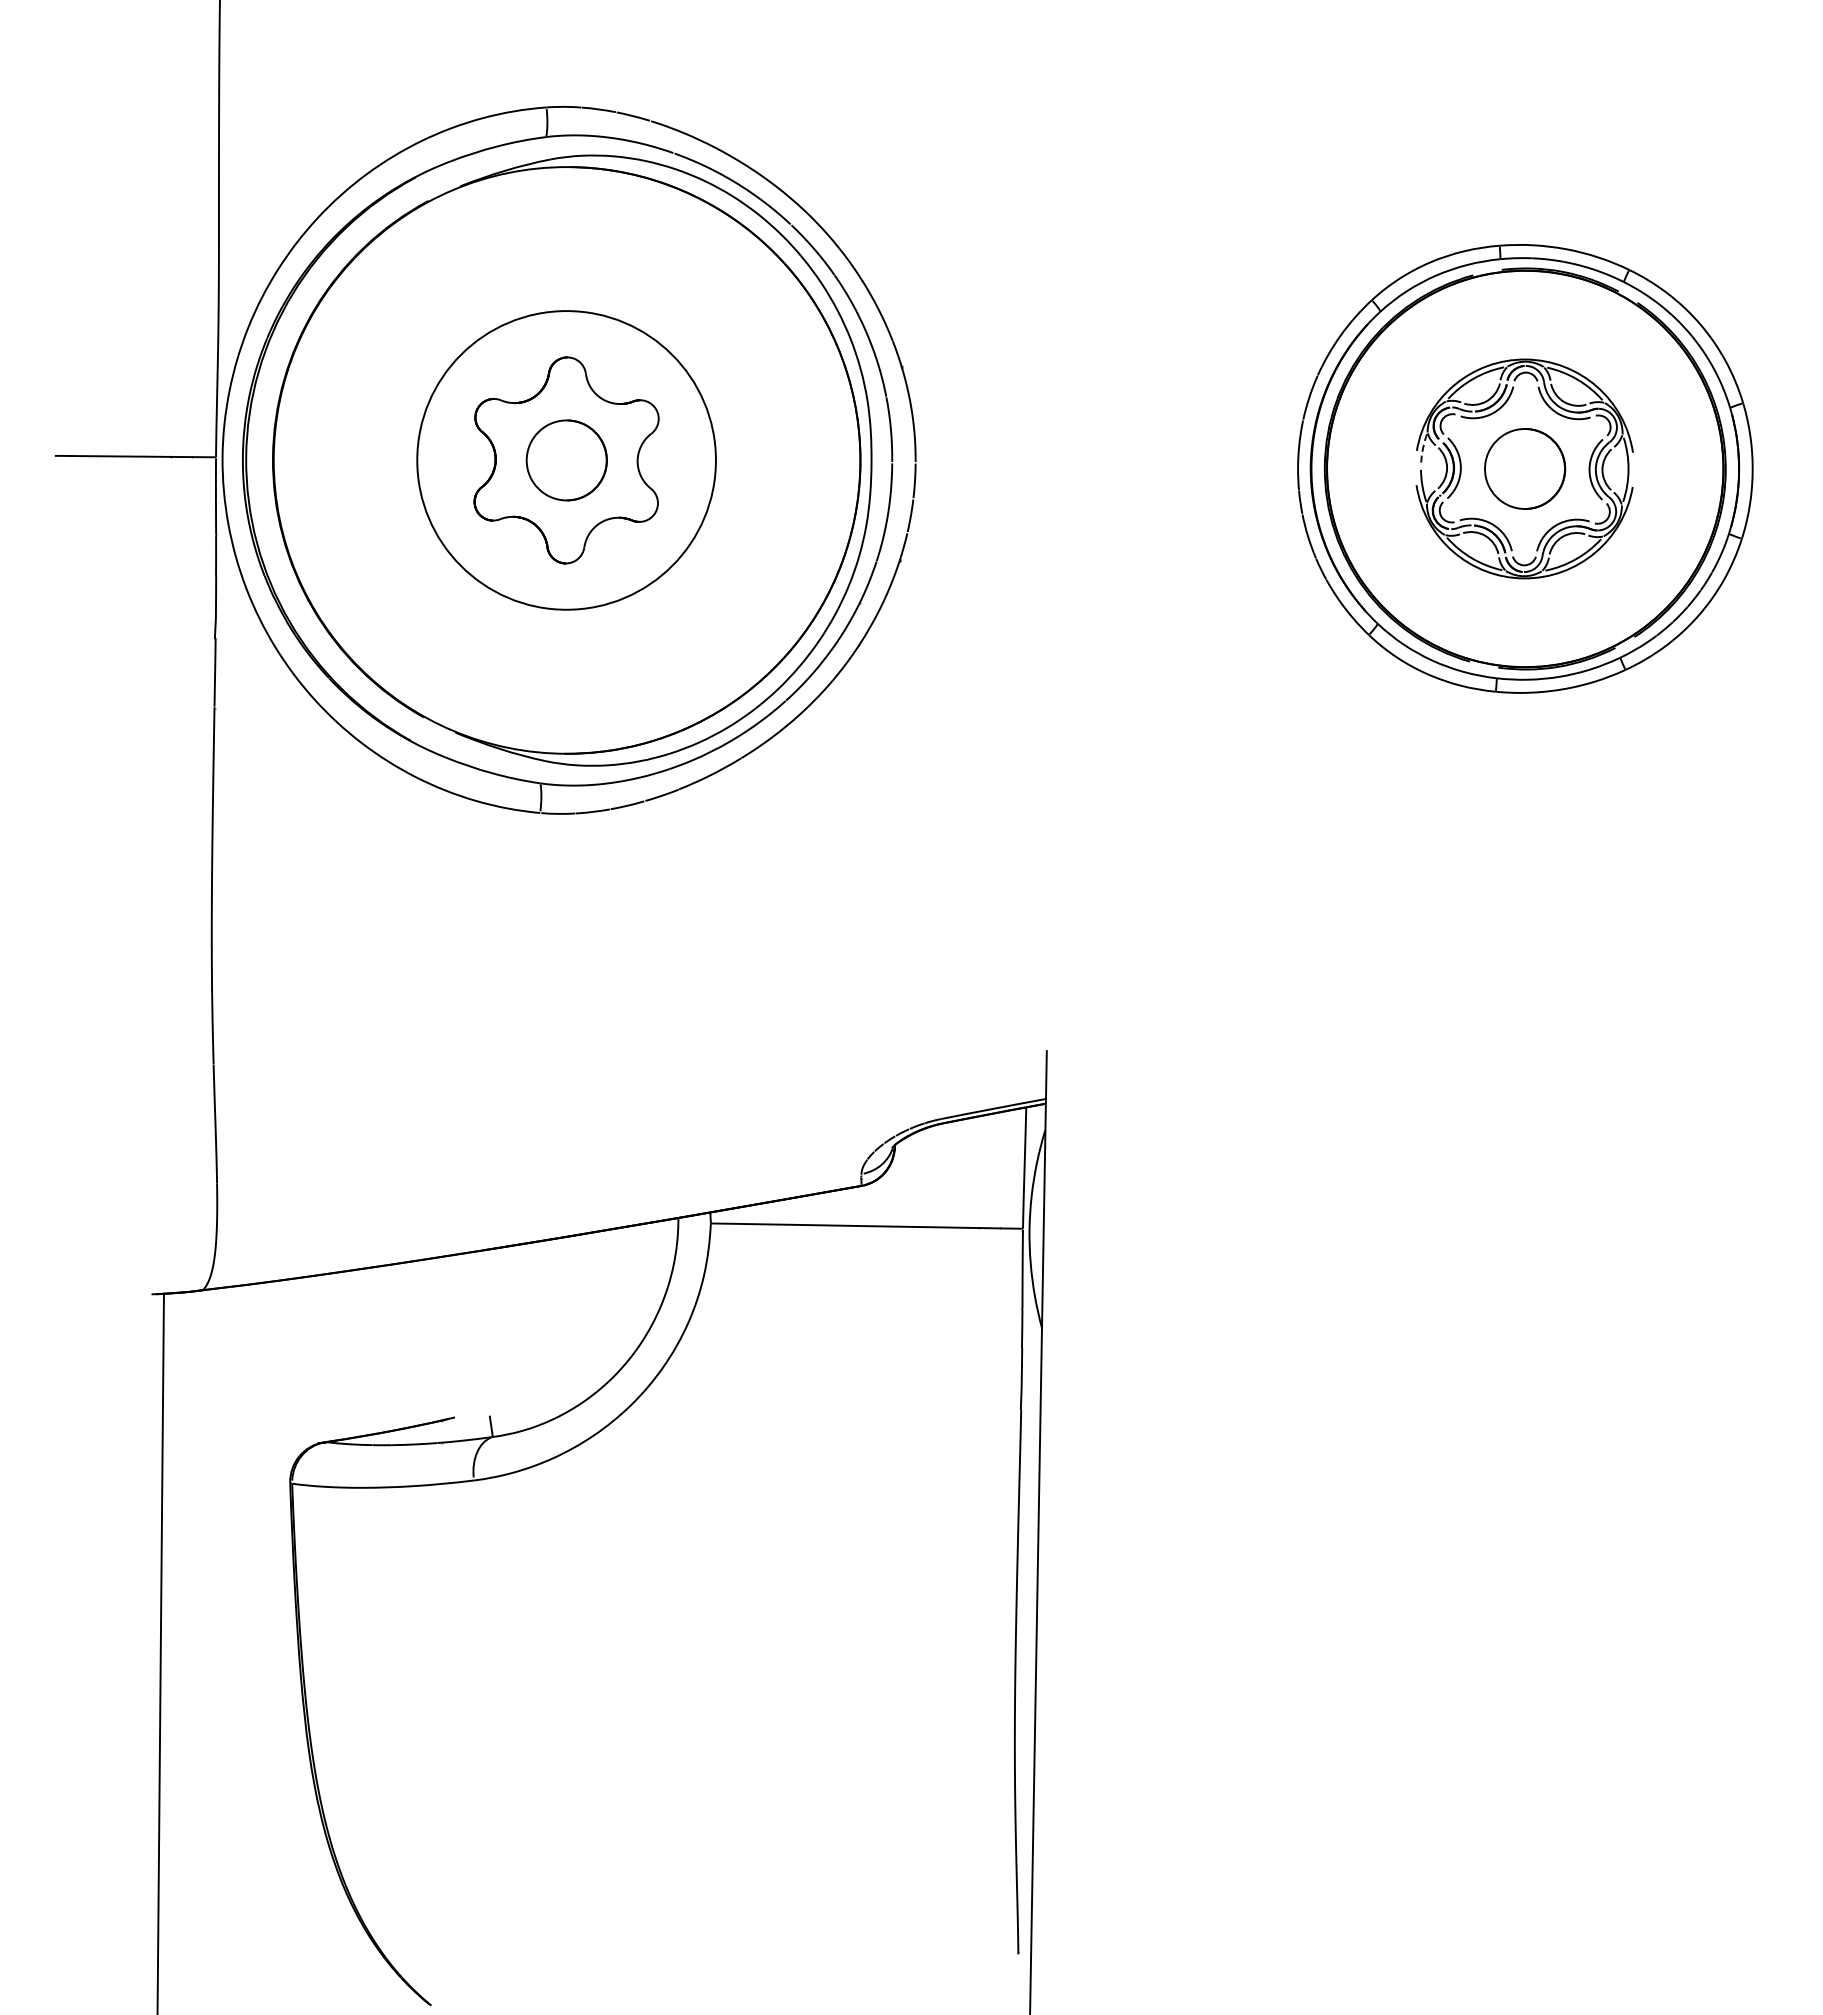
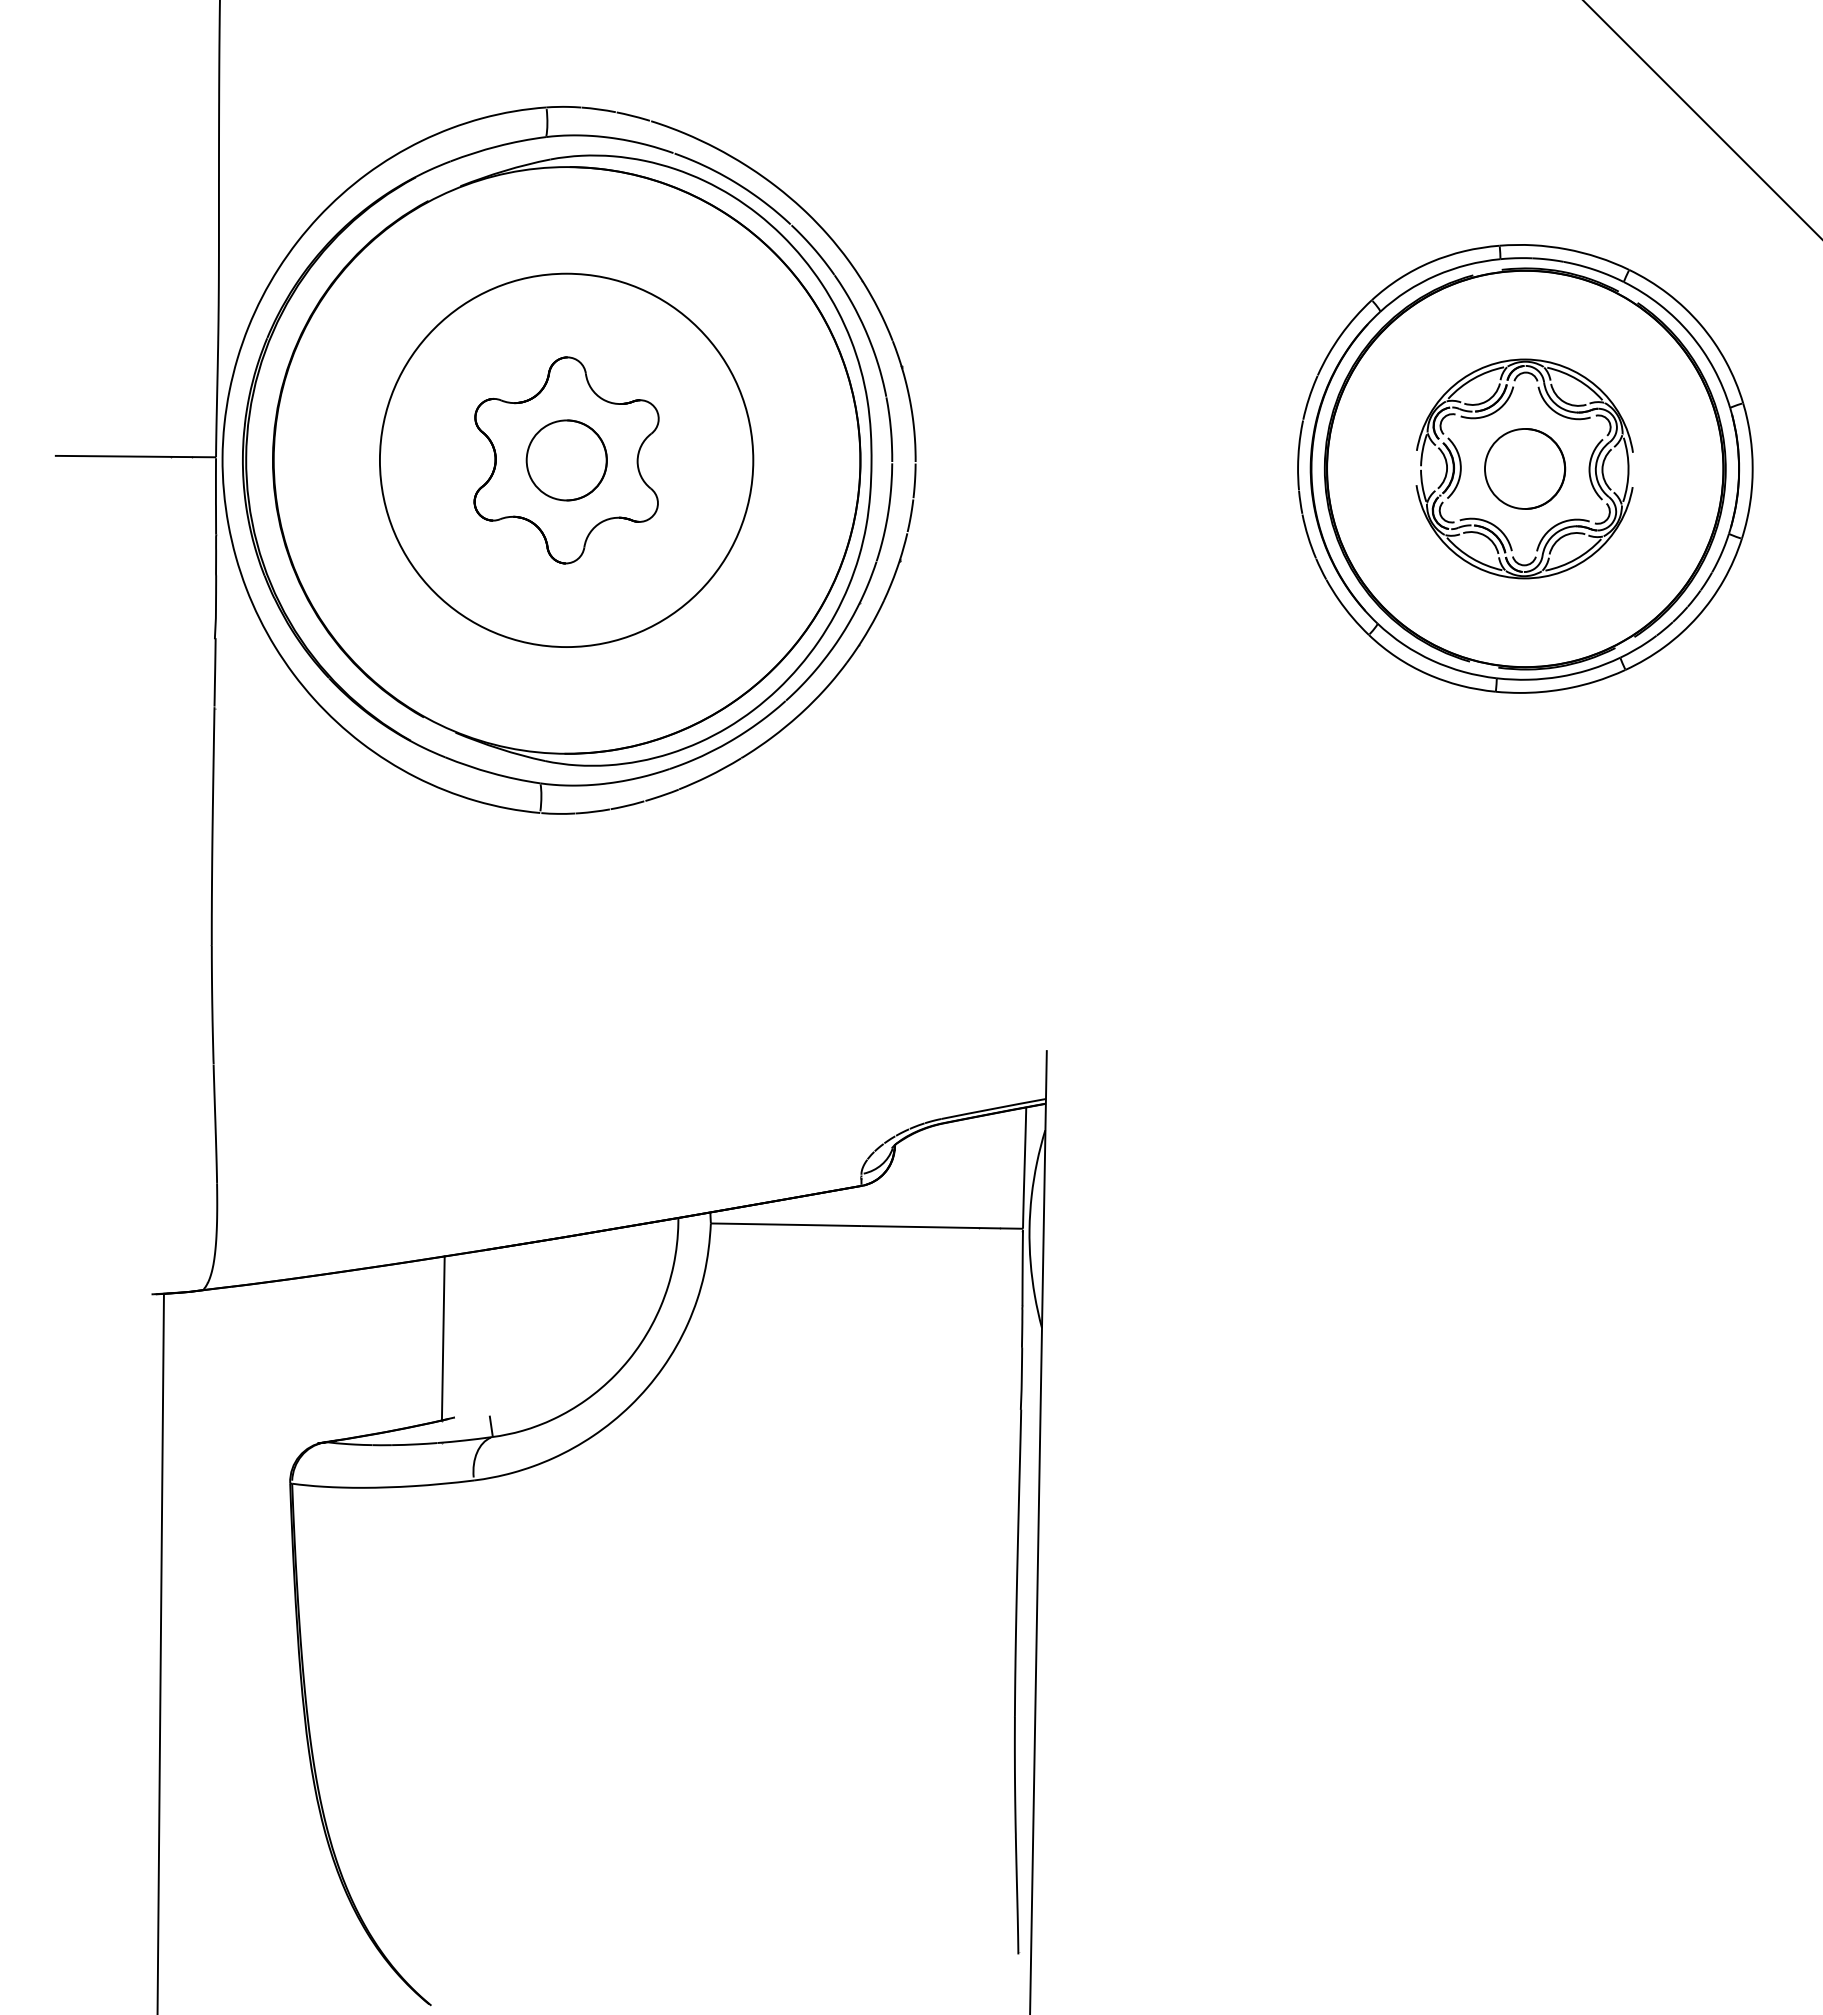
line at (1701, 119): none -> present
arc at (1422, 450): dashed -> solid
circle at (566, 460) diameter: 299 px -> 373 px
line at (442, 1338): none -> present
